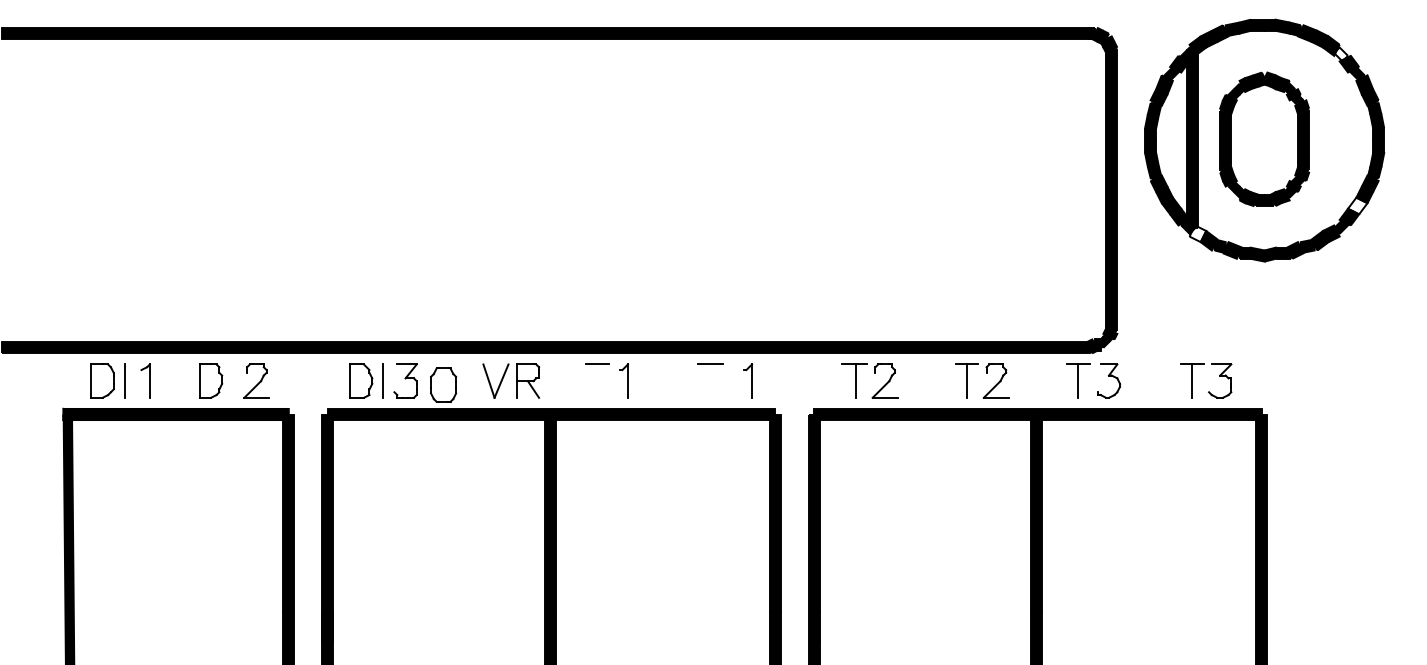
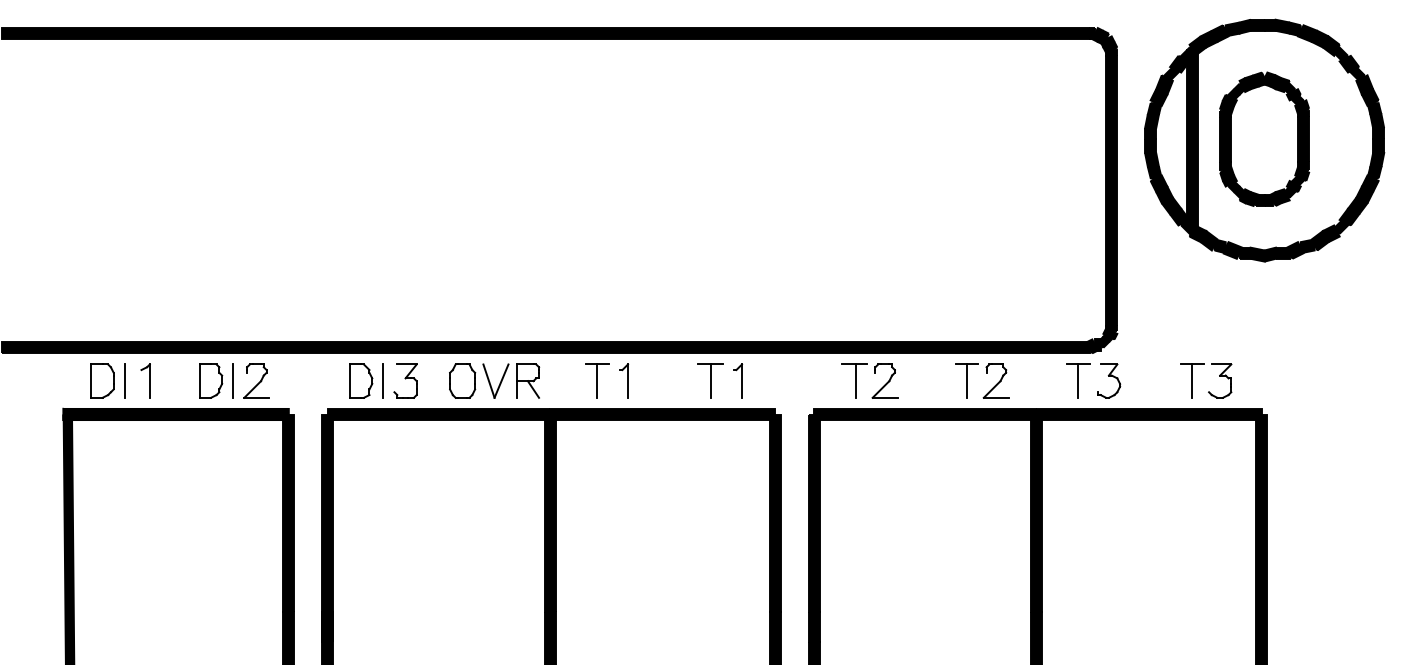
fill at (1341, 54): none -> present
fill at (1357, 205): none -> present
fill at (1197, 233): none -> present
line at (233, 380): none -> present
line at (597, 380): none -> present
line at (711, 380): none -> present
part at (748, 380) position: (748, 380) -> (738, 380)
part at (443, 384) position: (443, 384) -> (462, 380)
